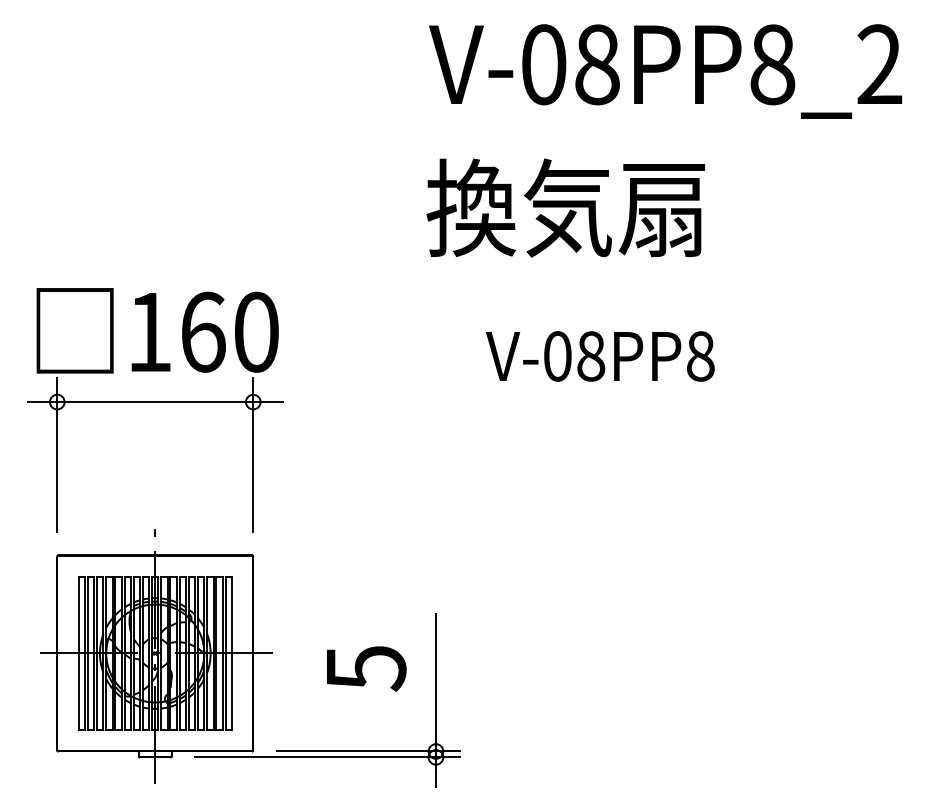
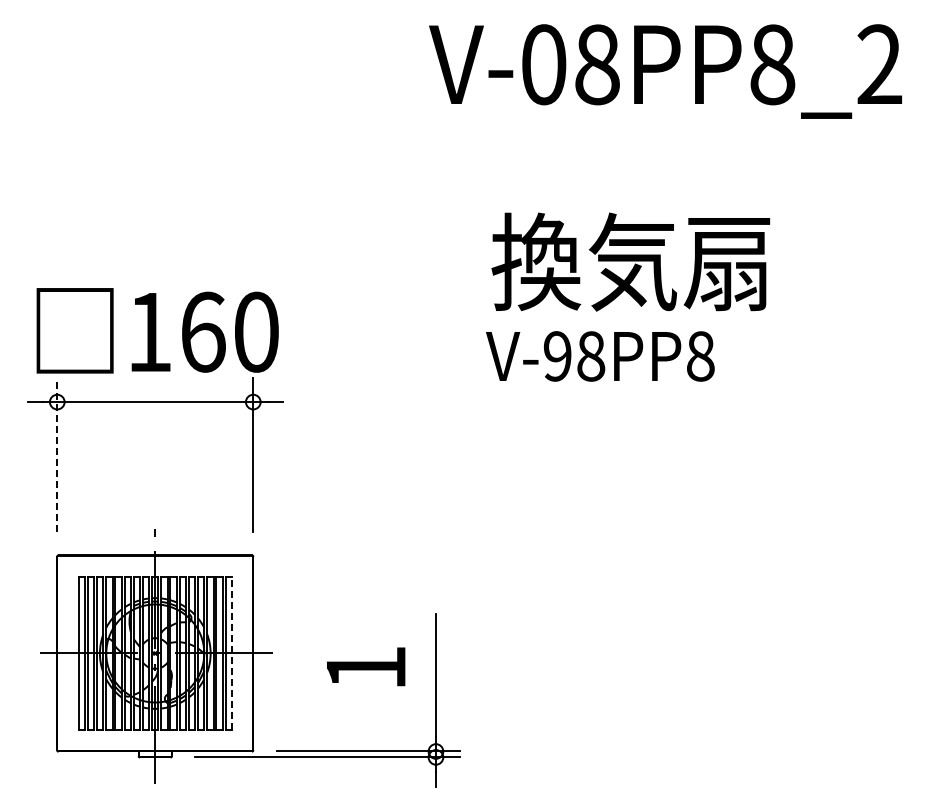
text at (565, 207) position: (565, 207) -> (630, 261)
text at (557, 356): V-08PP8 -> V-98PP8
line at (57, 454): solid -> dashed
line at (231, 653): solid -> dashed
text at (366, 668): 5 -> 1
